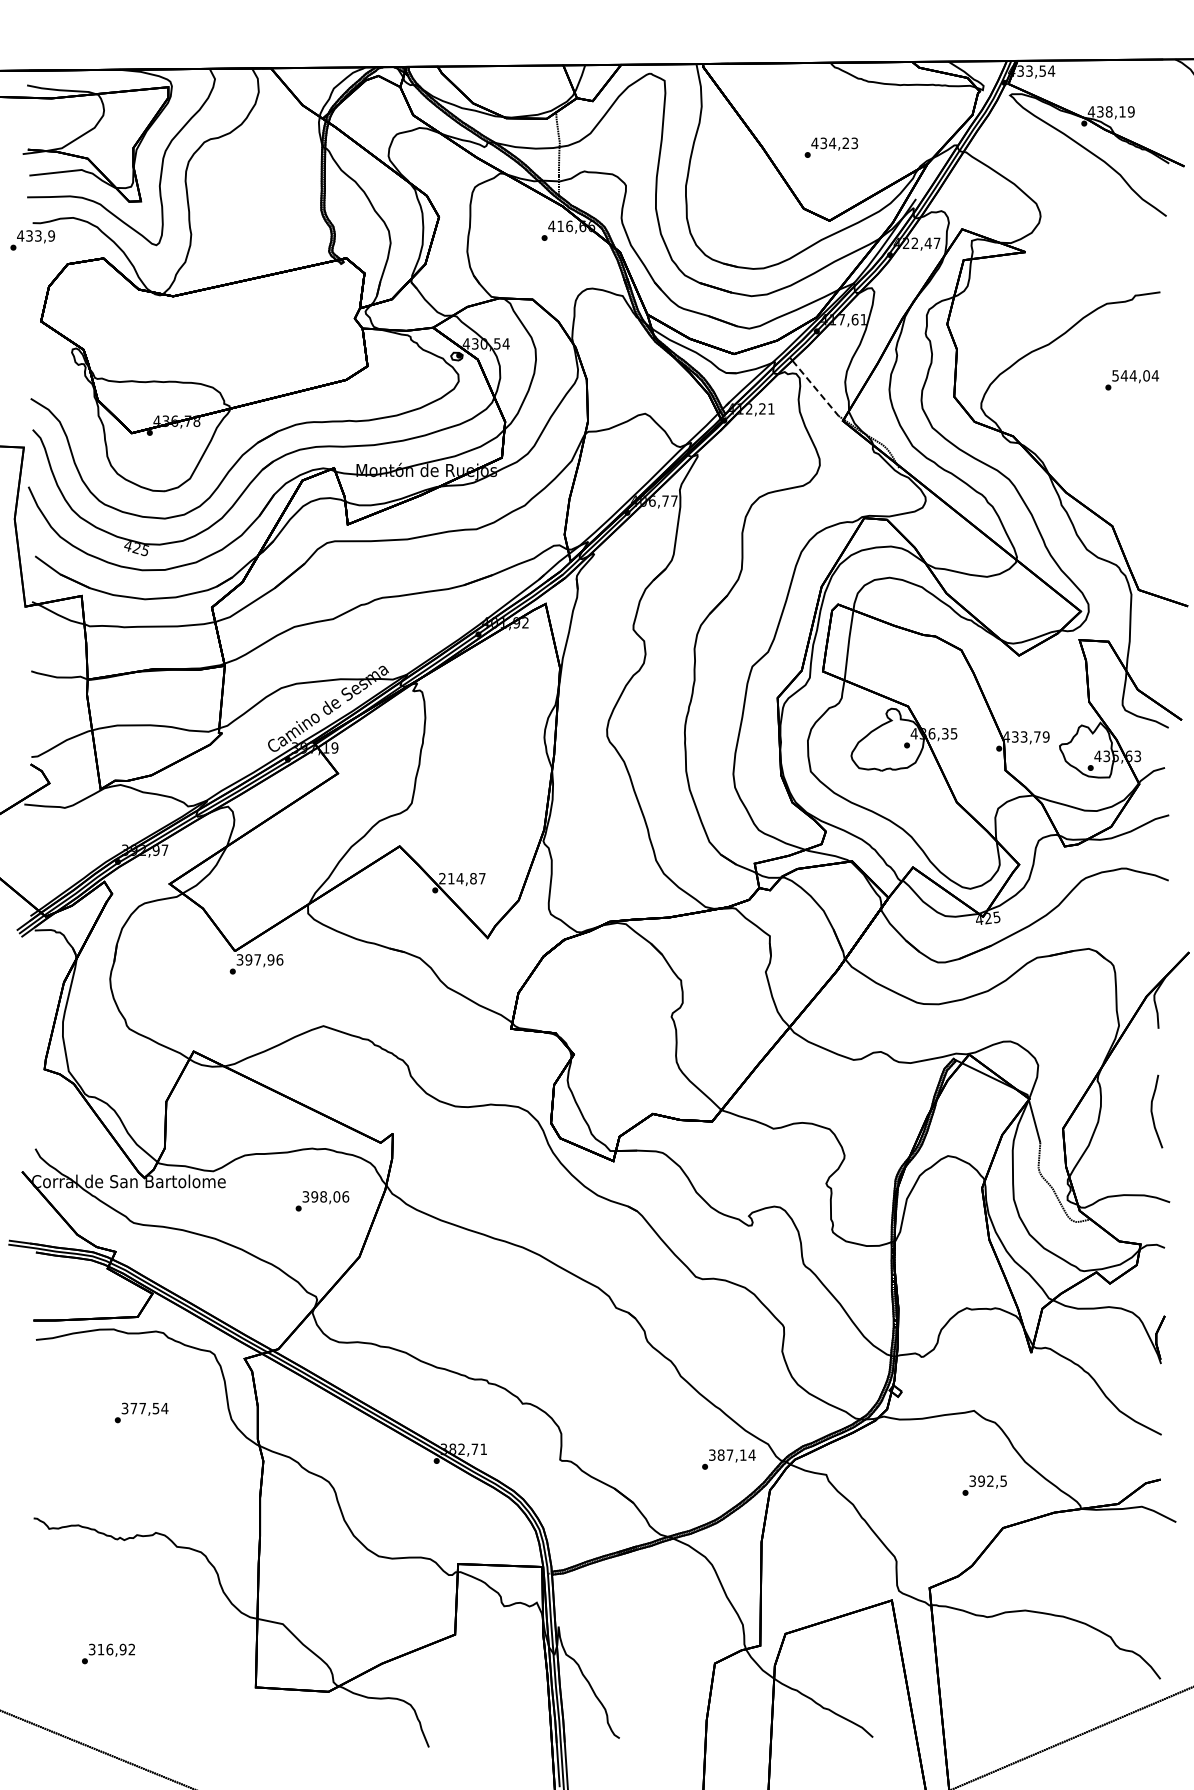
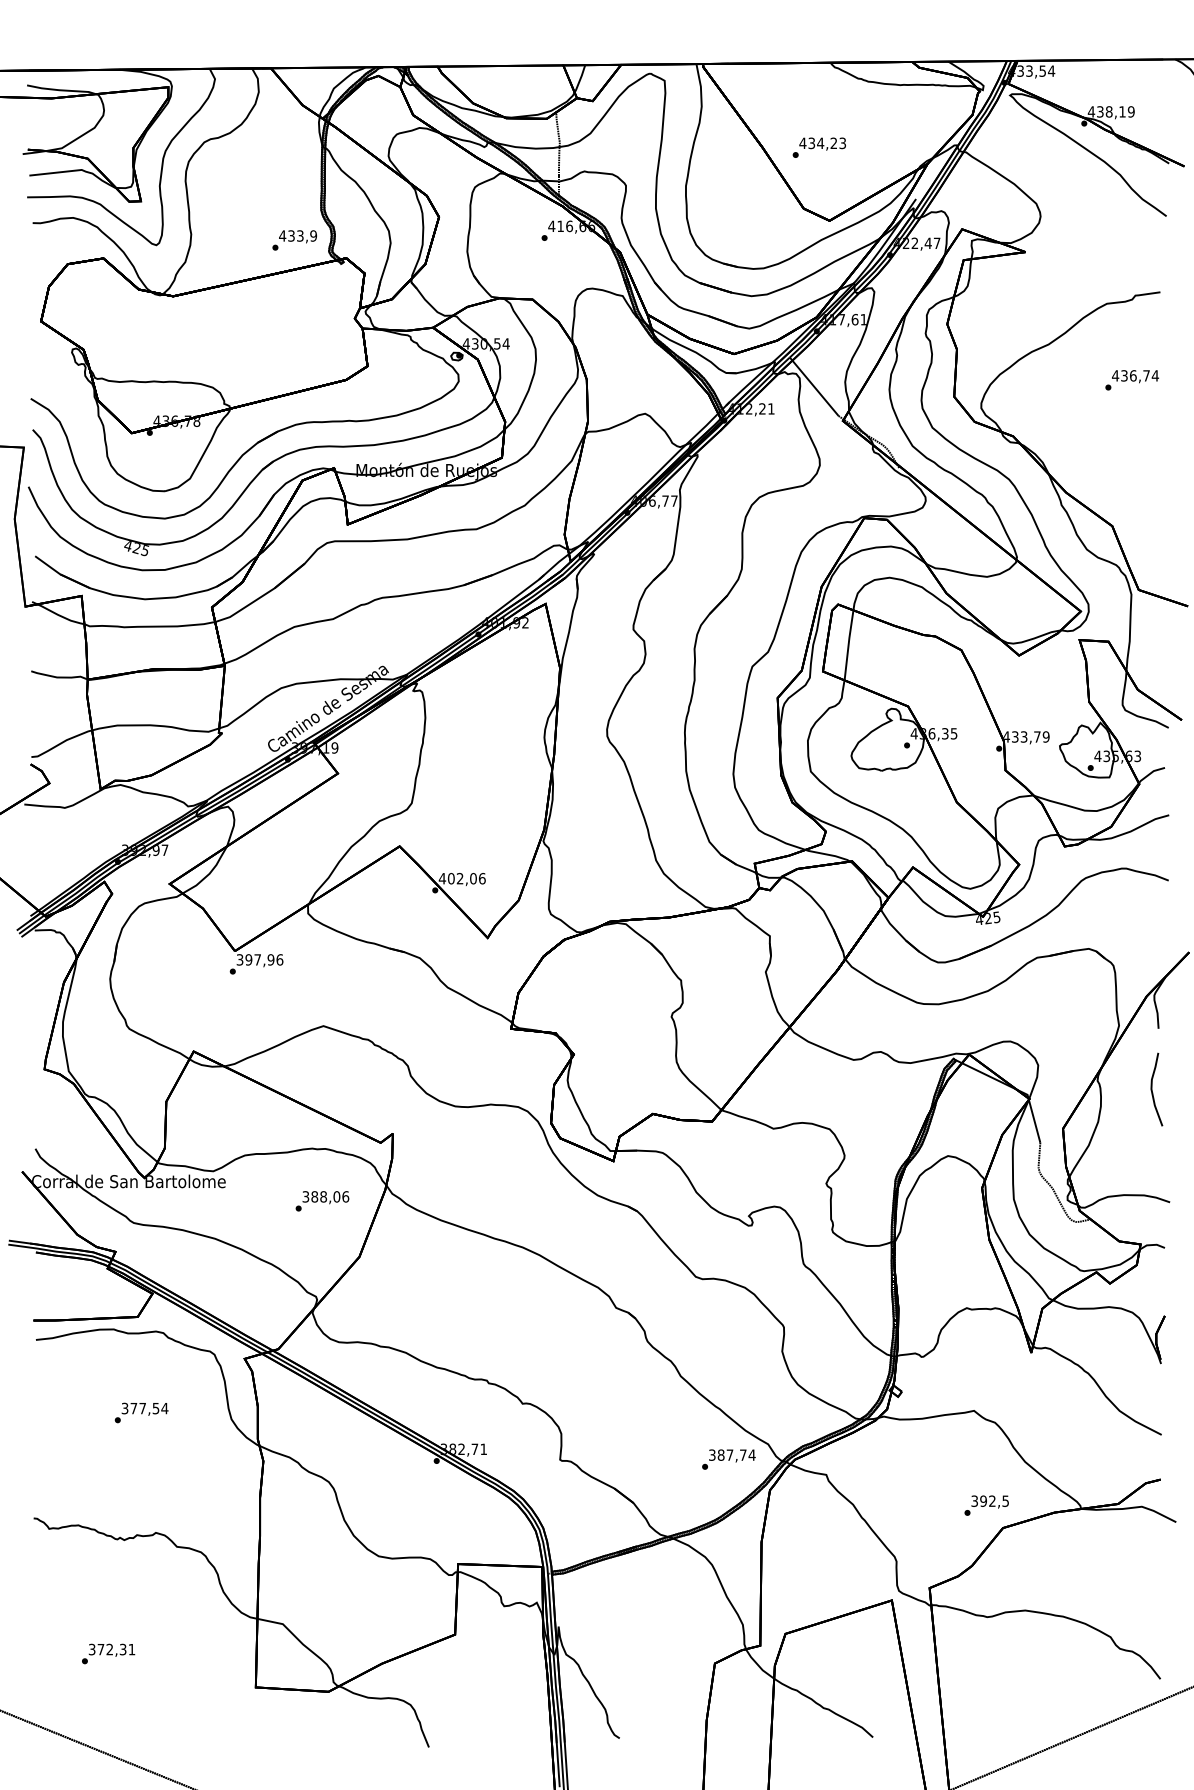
text at (830, 147) position: (830, 147) -> (818, 147)
text at (32, 240) position: (32, 240) -> (294, 240)
text at (1131, 375): 544,04 -> 436,74
line at (815, 388): dashed -> solid
text at (461, 878): 214,87 -> 402,06
curve at (1152, 1111) position: (1152, 1111) -> (1152, 1089)
text at (314, 1196): 398,06 -> 388,06
text at (743, 1454): 387,14 -> 387,74
text at (984, 1485) position: (984, 1485) -> (986, 1505)
text at (116, 1649): 316,92 -> 372,31
